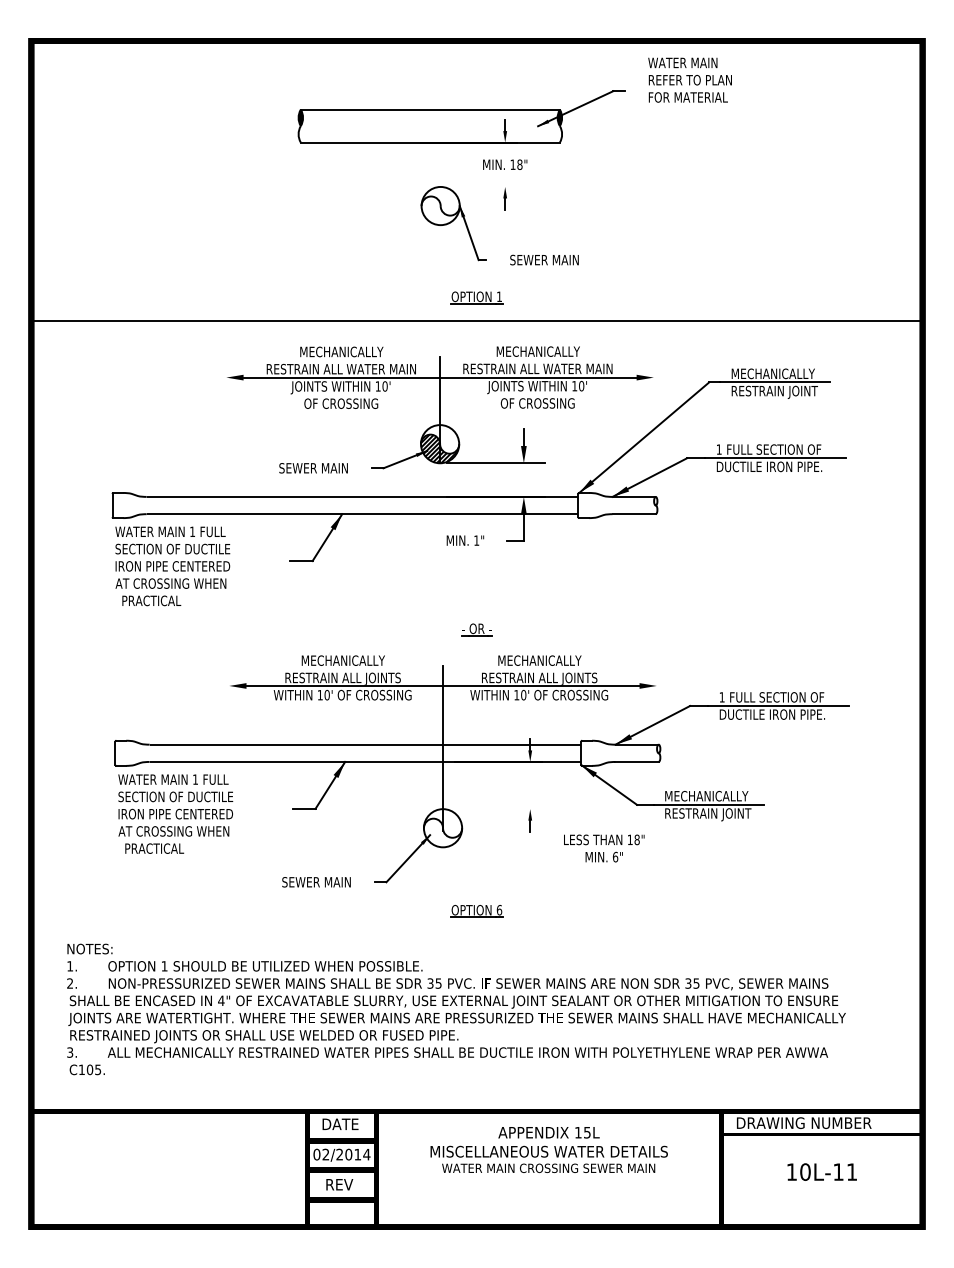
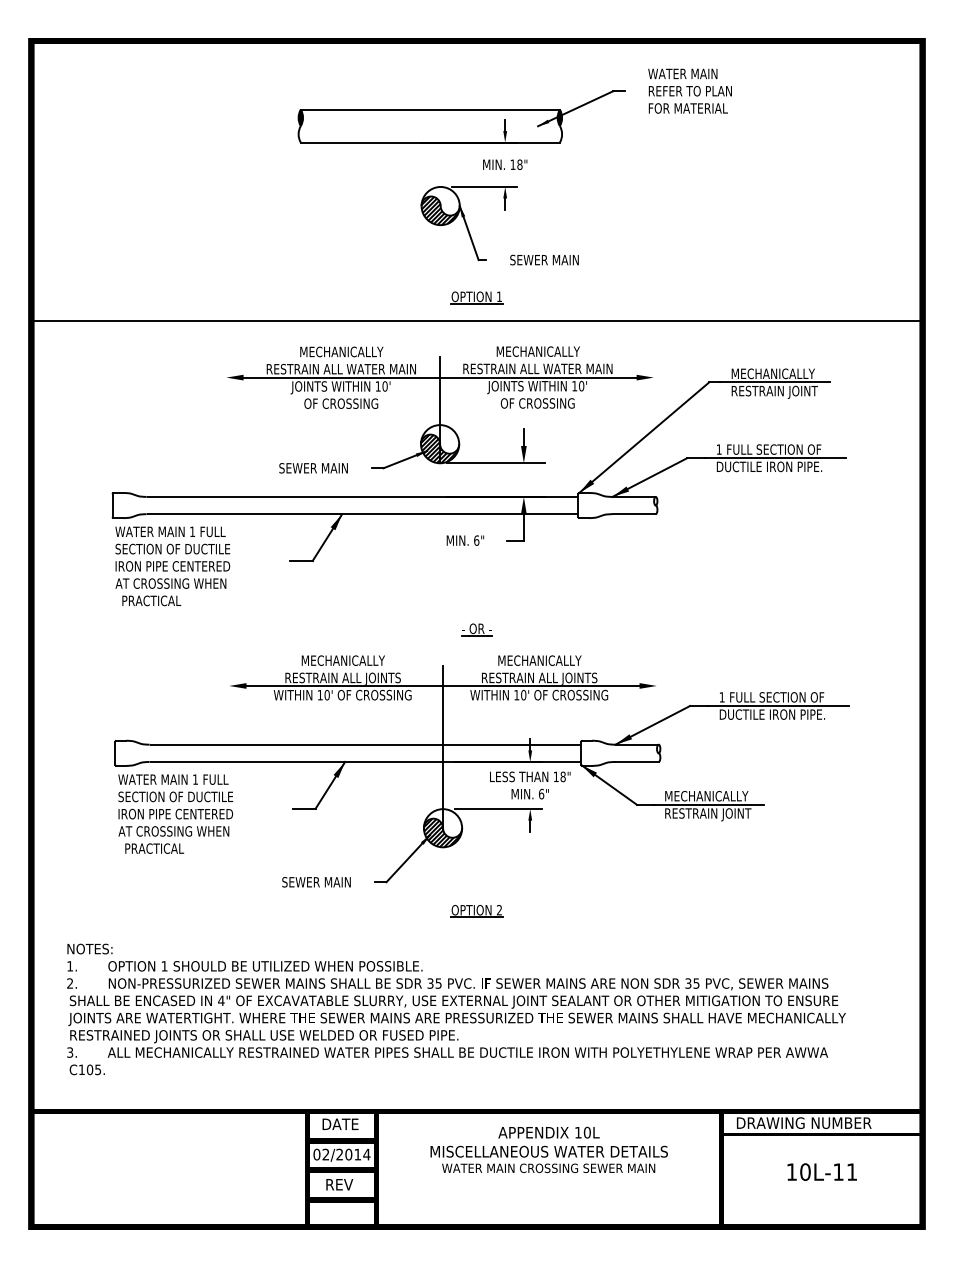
text at (689, 79) position: (689, 79) -> (689, 90)
line at (484, 186): none -> present
hatch at (440, 210): none -> present
text at (476, 540): 1" -> 6"
line at (497, 809): none -> present
hatch at (443, 832): none -> present
text at (604, 848) position: (604, 848) -> (530, 785)
text at (499, 910): 6 -> 2
text at (586, 1132): 15L -> 10L
